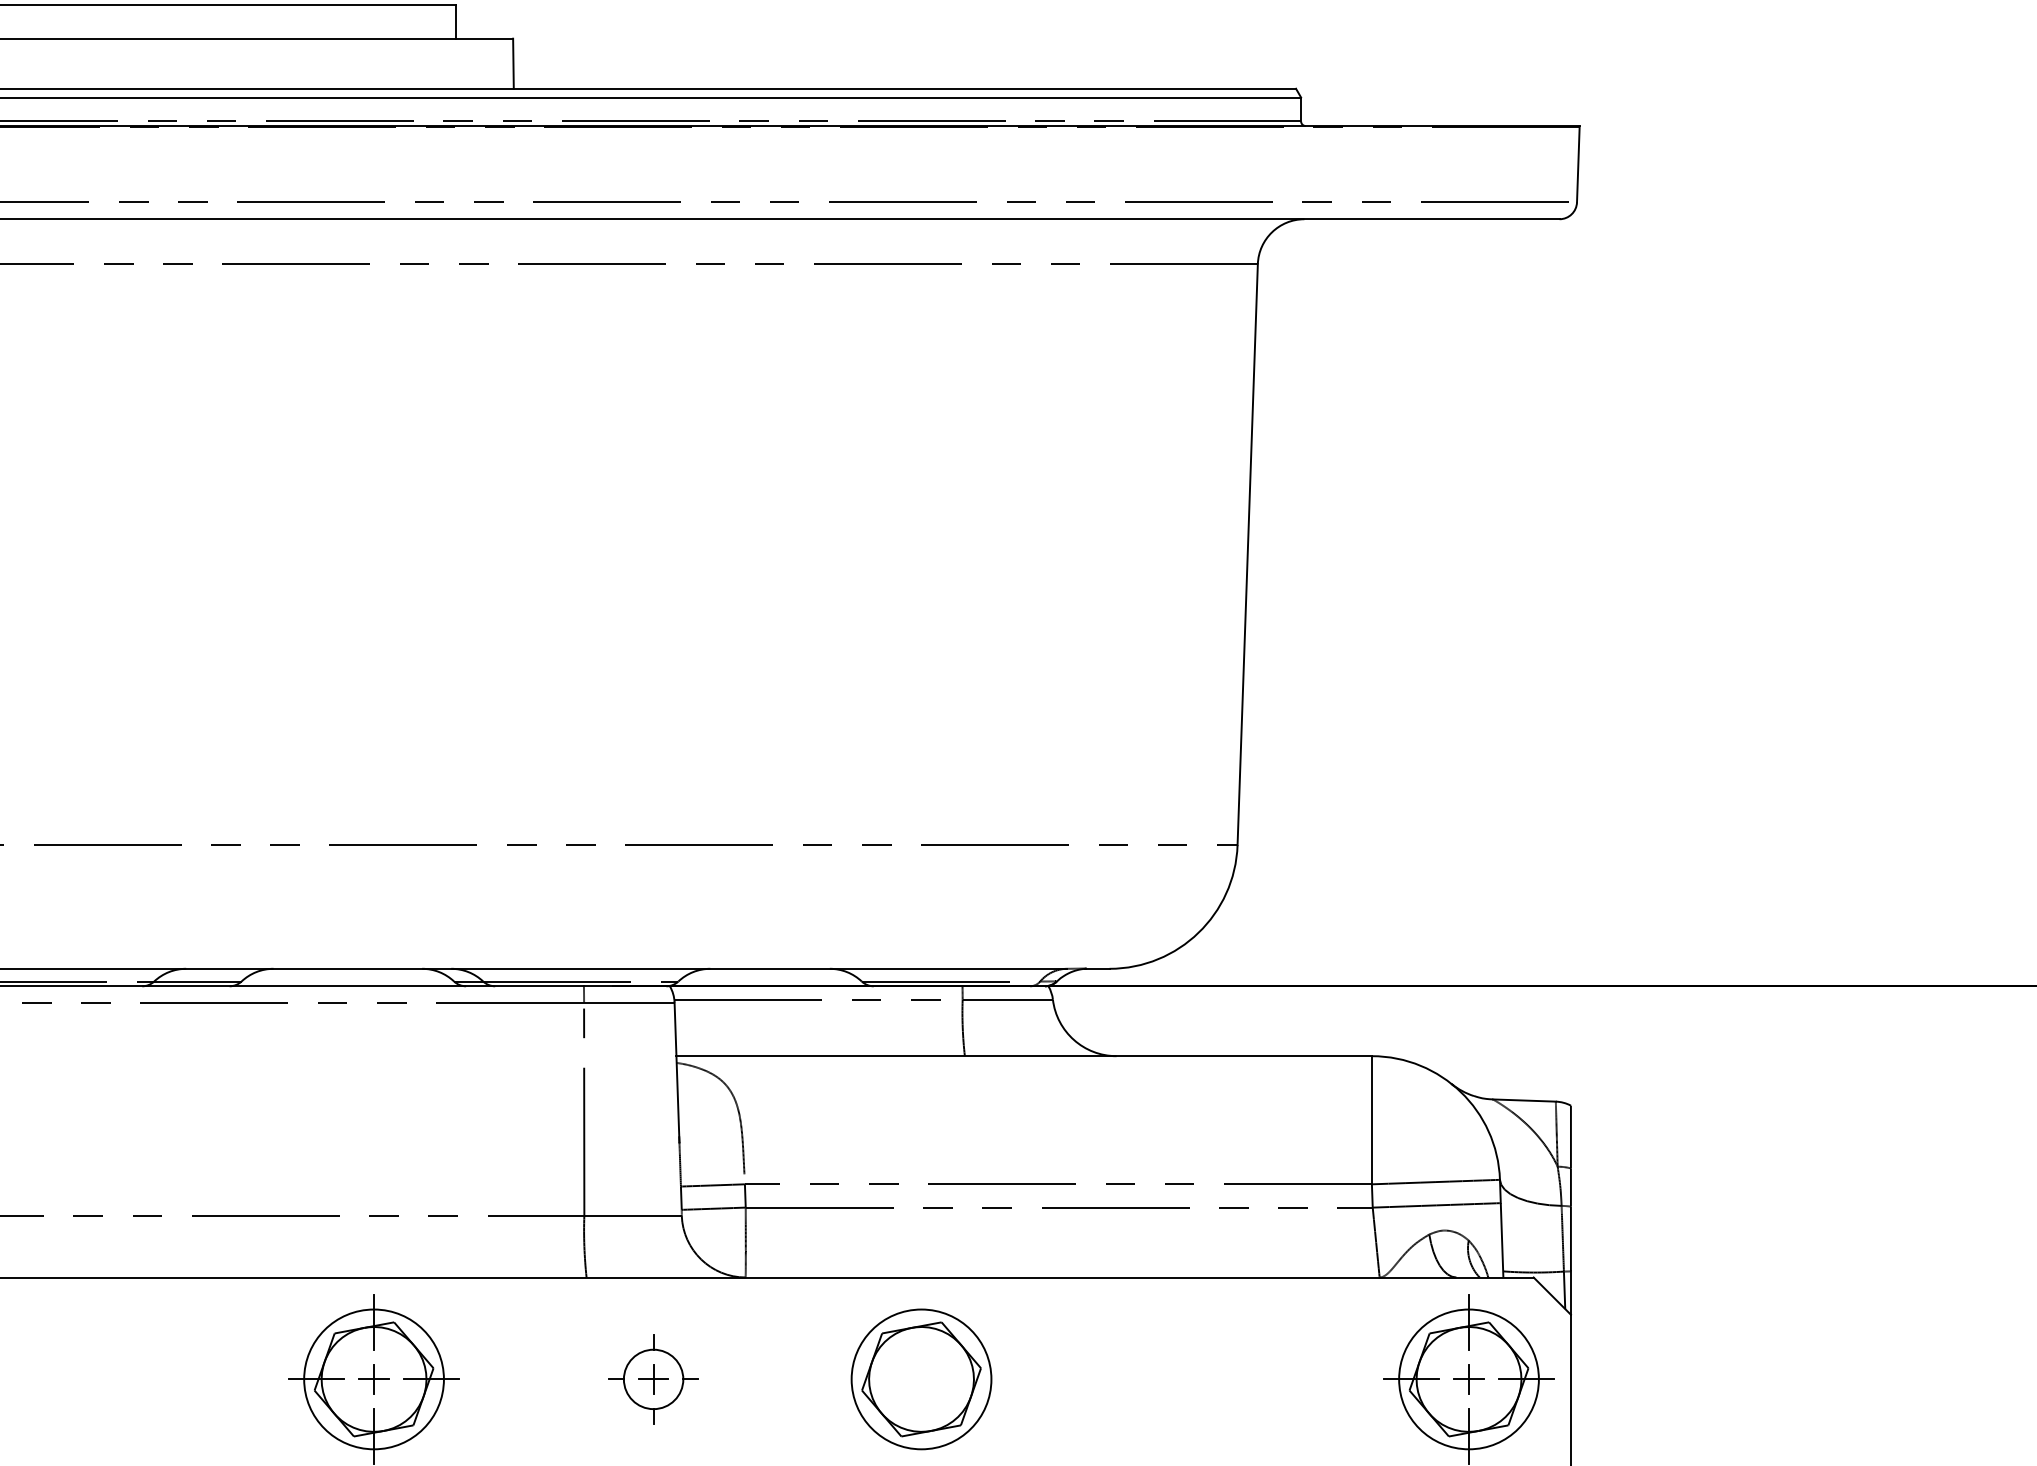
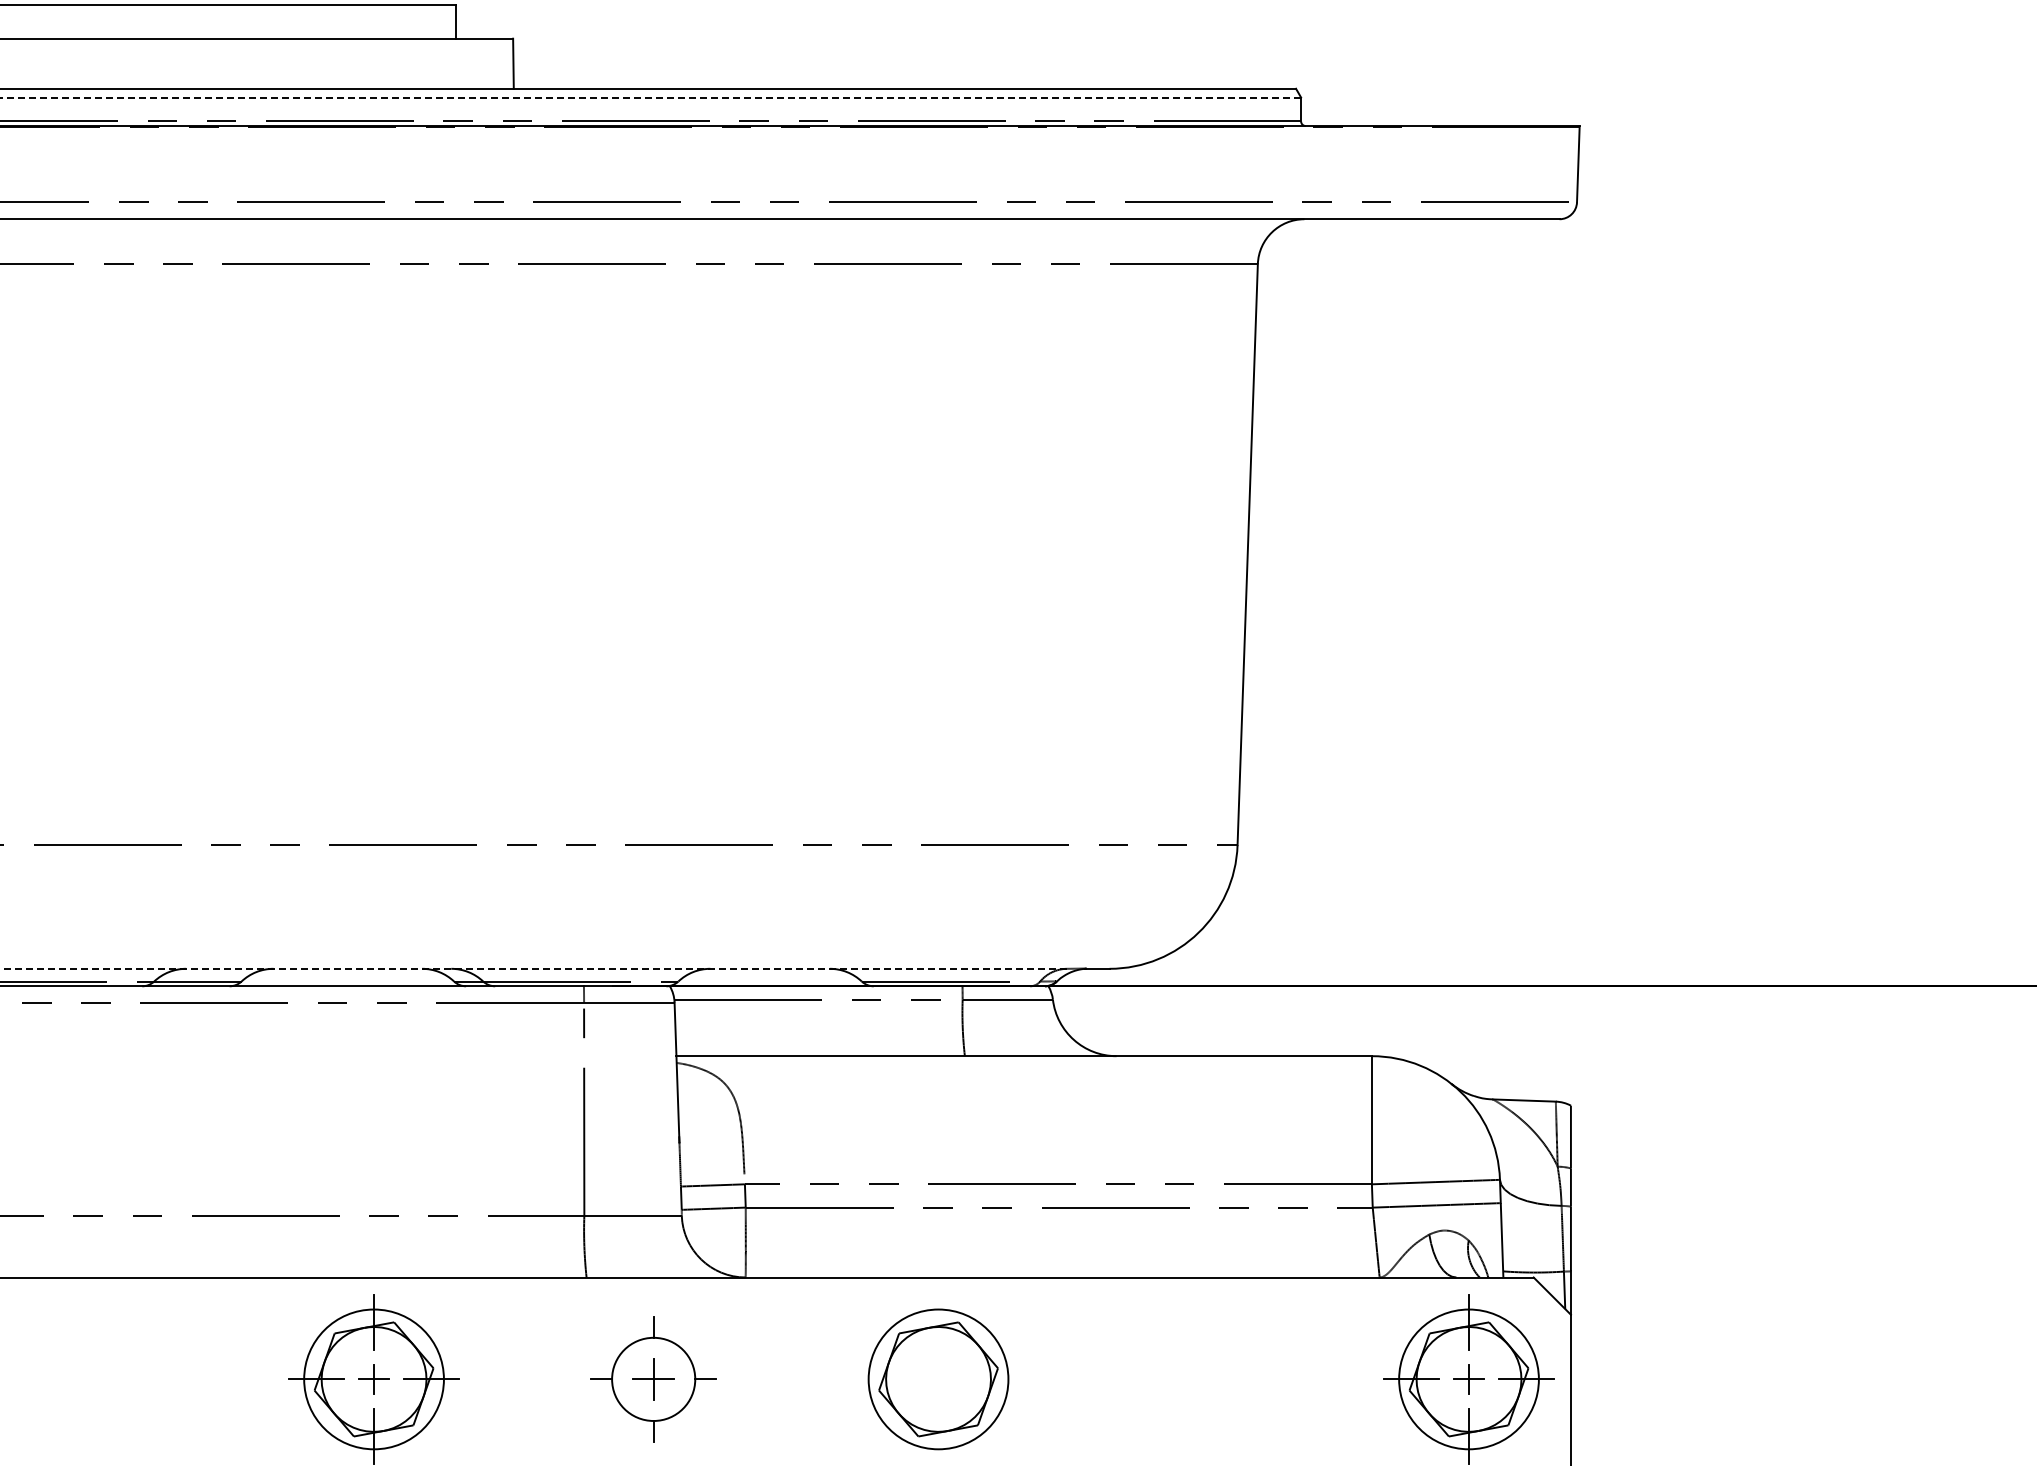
line at (650, 97): solid -> dashed
line at (533, 968): solid -> dashed
part at (653, 1379) size: 91x91 px -> 127x127 px
part at (921, 1379) position: (921, 1379) -> (938, 1379)
